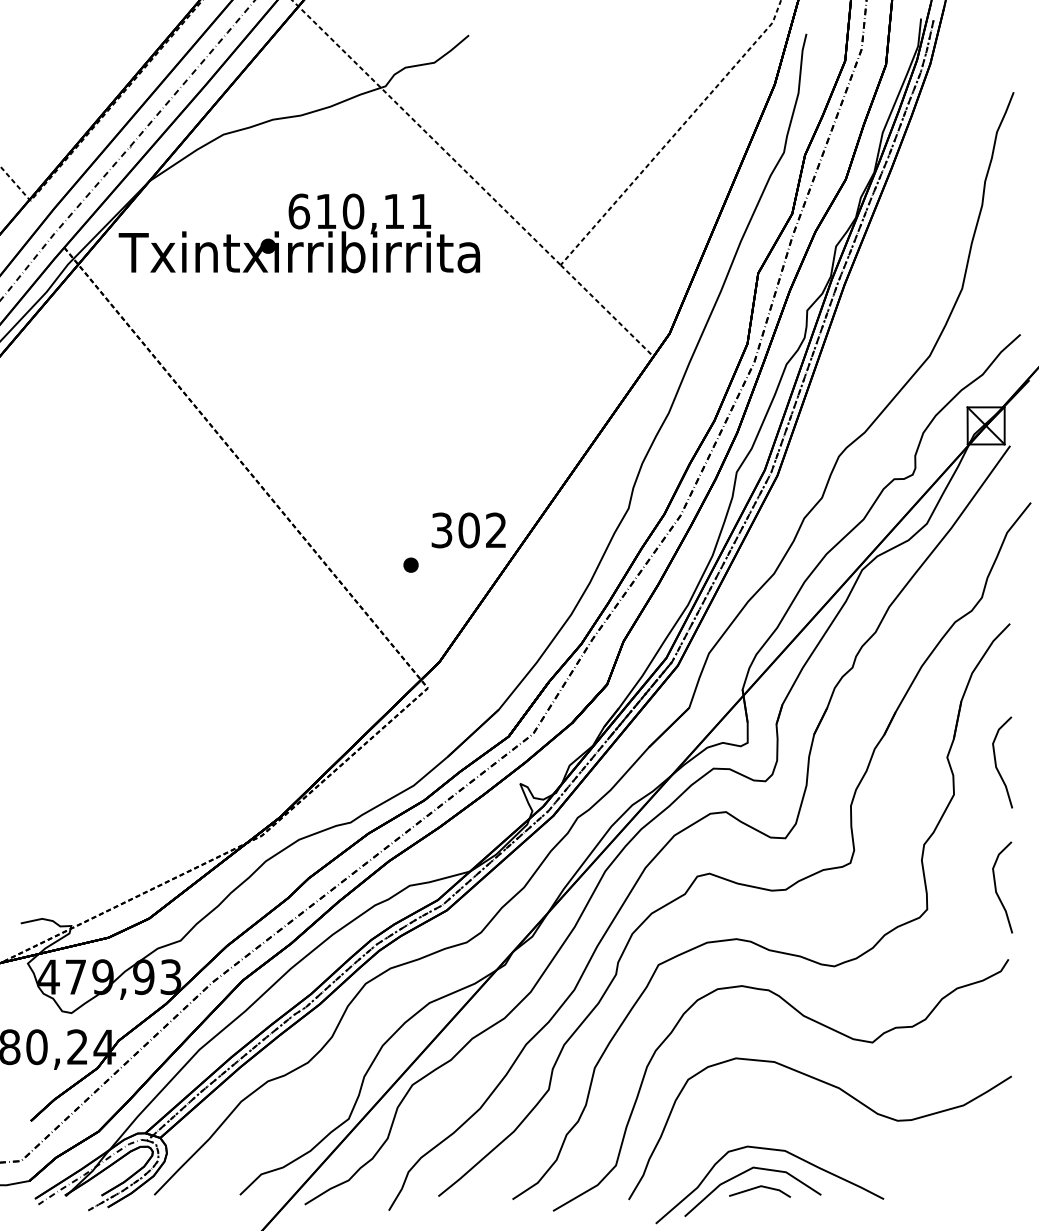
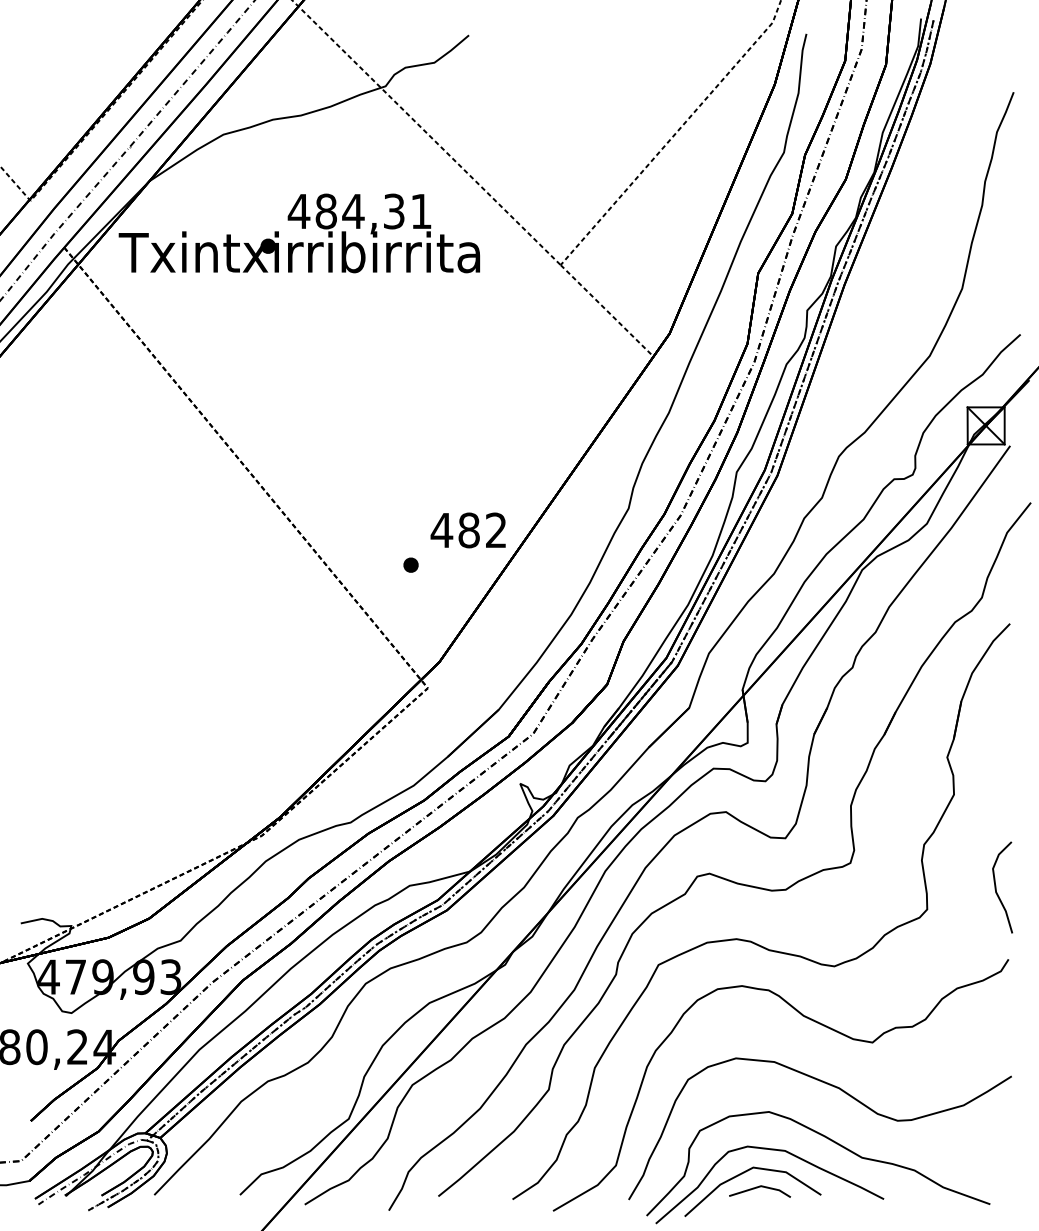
text at (345, 211): 610,11 -> 484,31
text at (454, 530): 302 -> 482
curve at (996, 762): present -> none
curve at (829, 1140): none -> present
